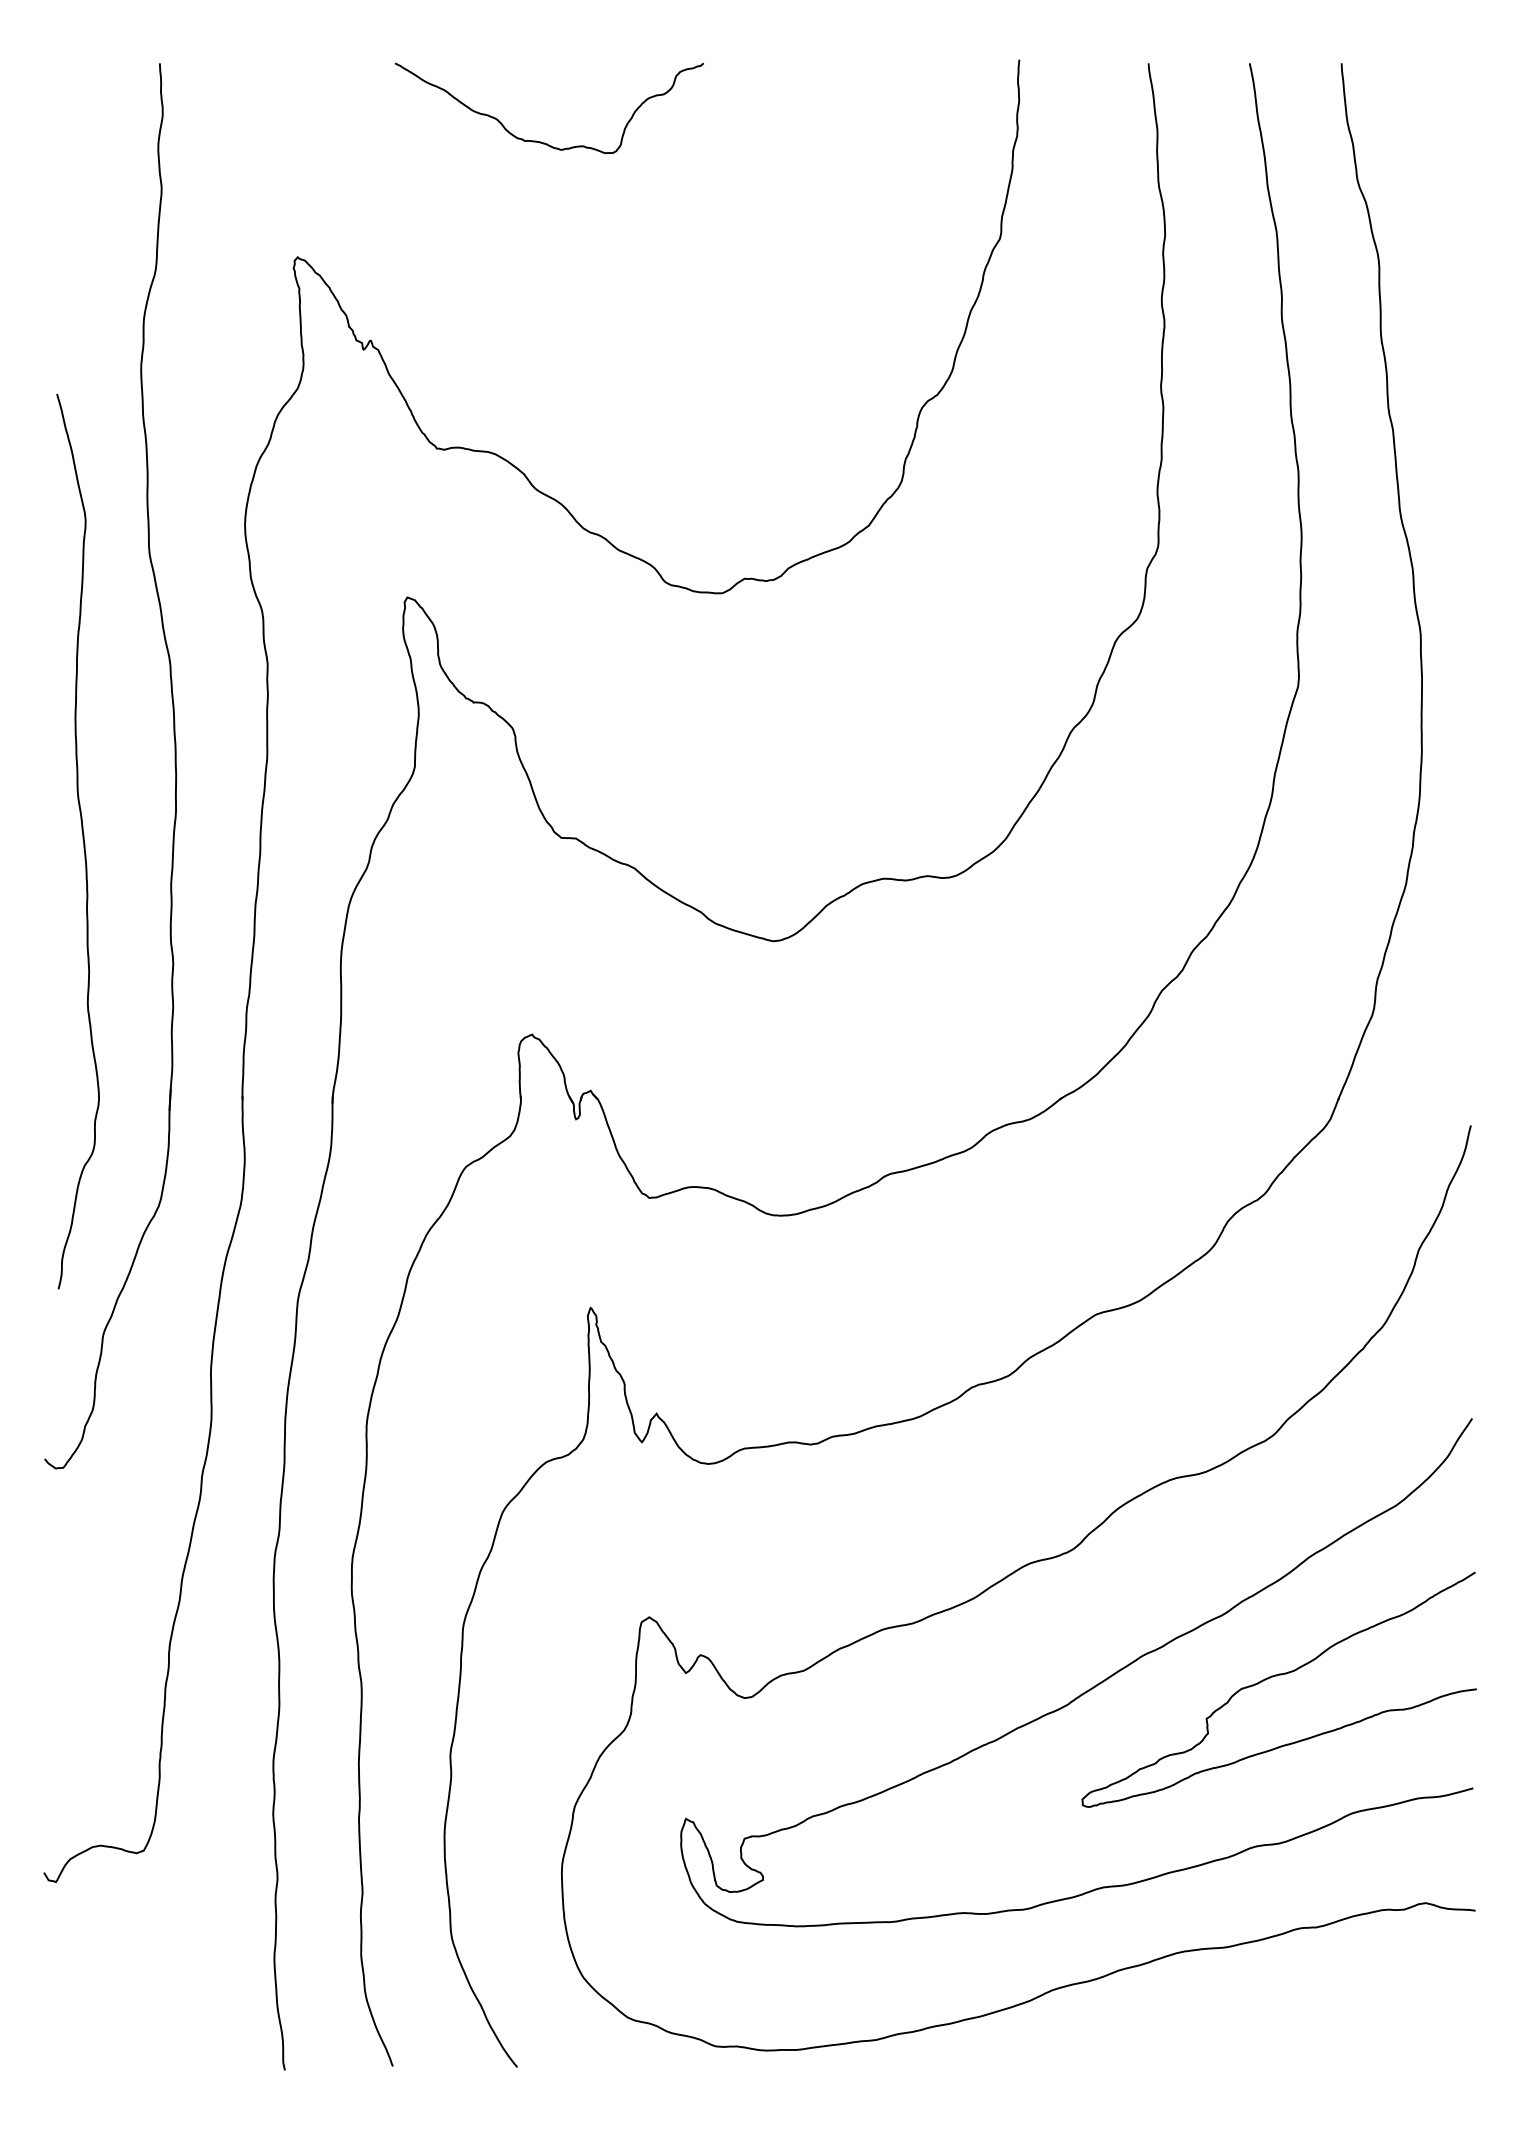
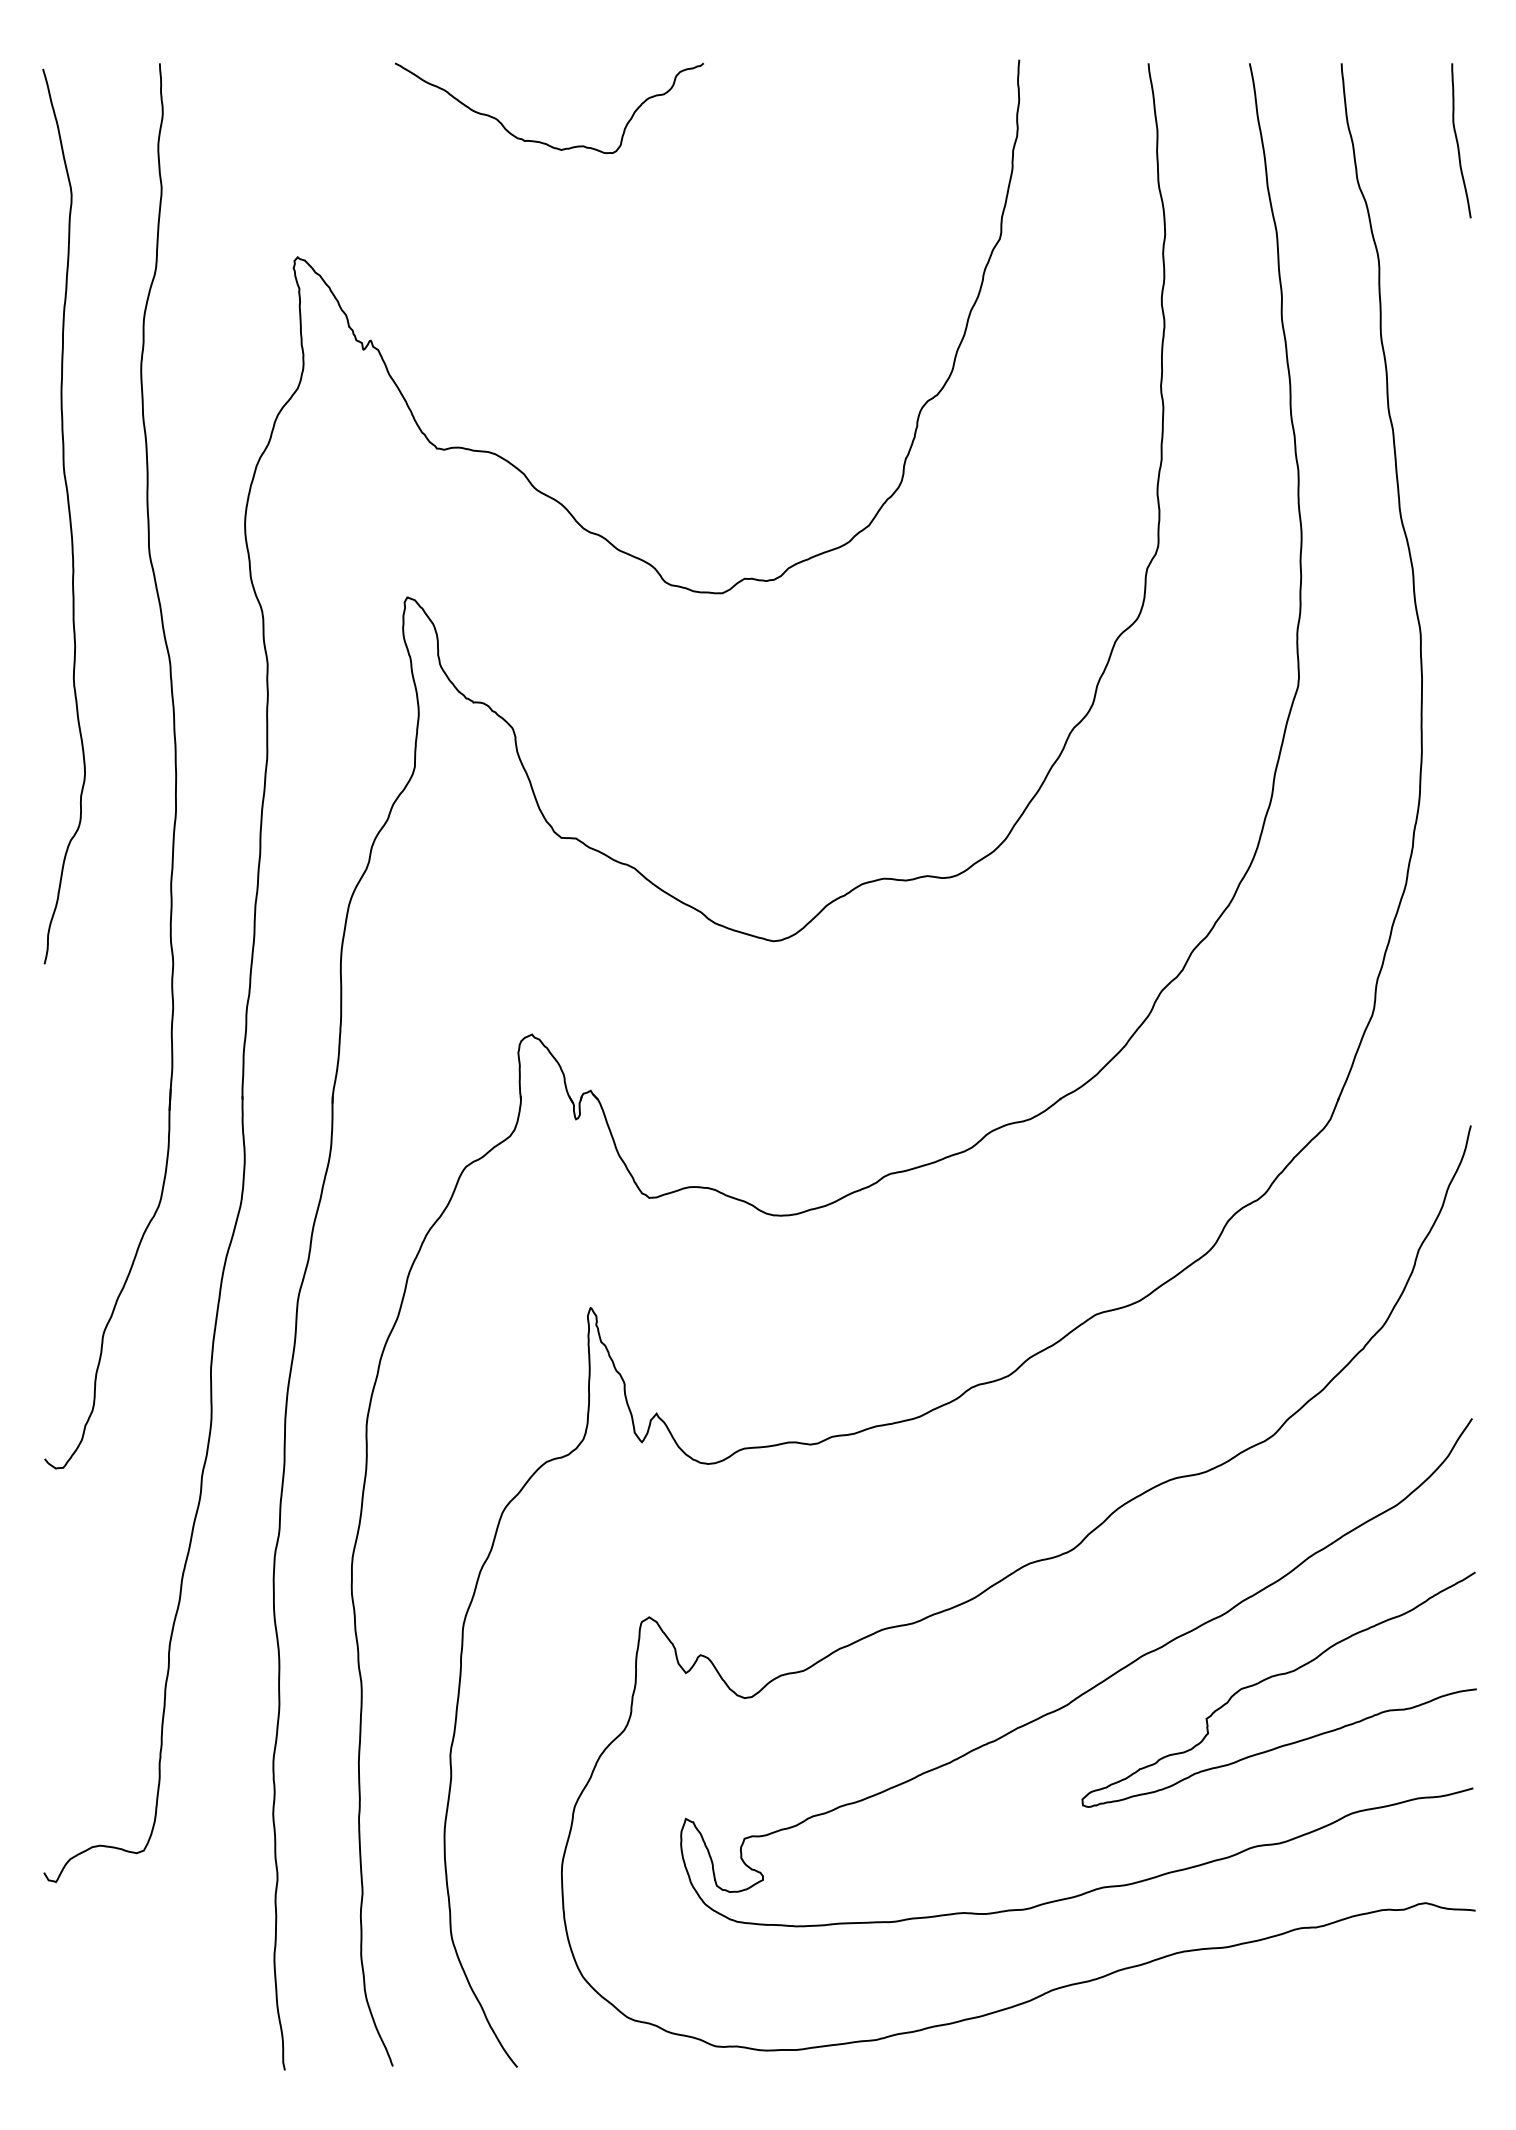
curve at (1458, 141): none -> present
curve at (82, 839) position: (82, 839) -> (68, 514)
